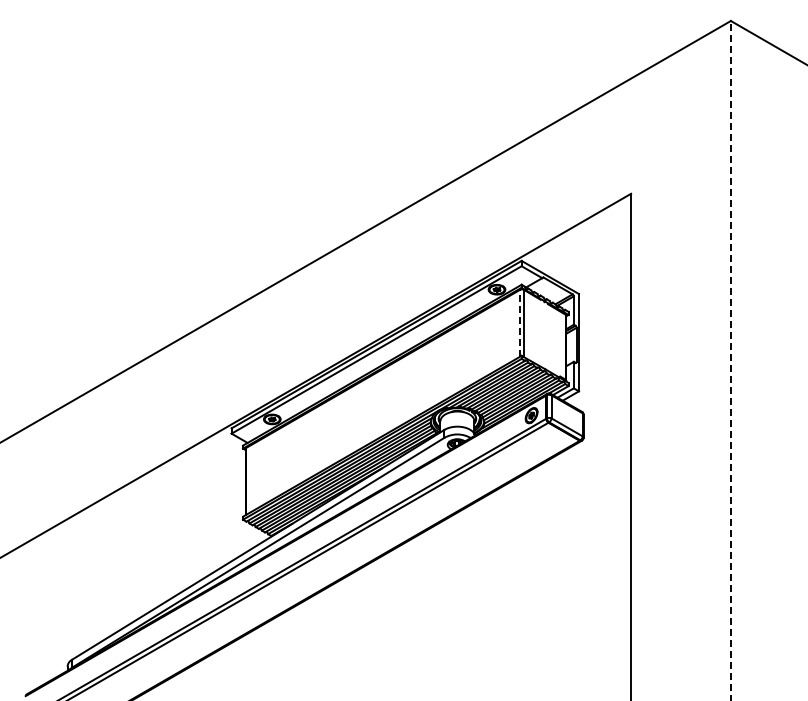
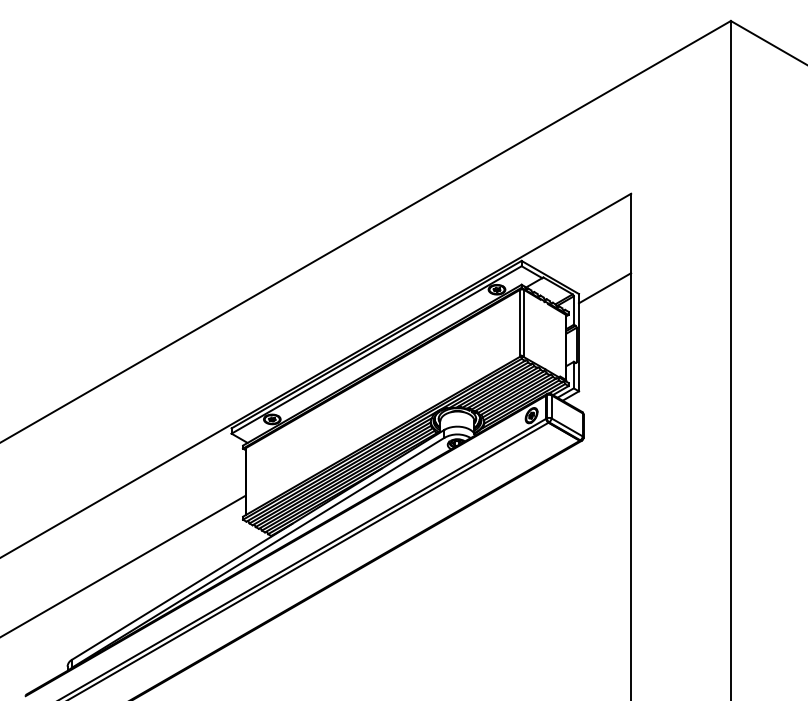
line at (604, 288): none -> present
line at (519, 322): dashed -> solid
line at (730, 361): dashed -> solid
line at (123, 565): none -> present
